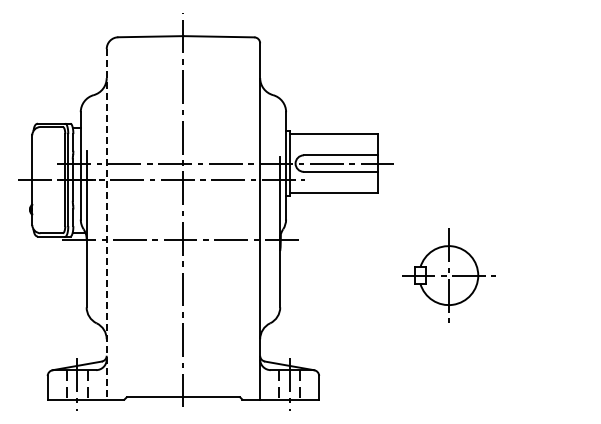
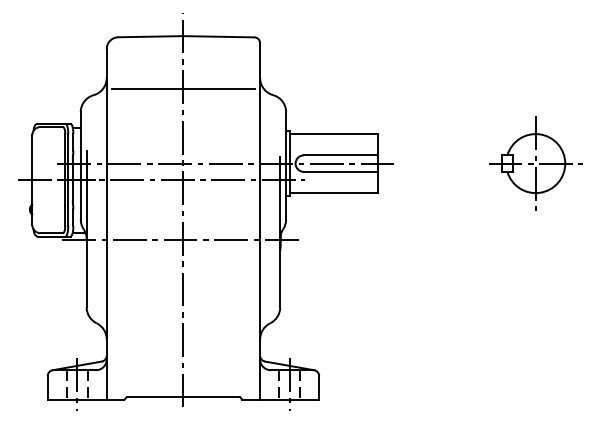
line at (183, 89): none -> present
line at (106, 224): dashed -> solid
part at (448, 275) position: (448, 275) -> (535, 163)
